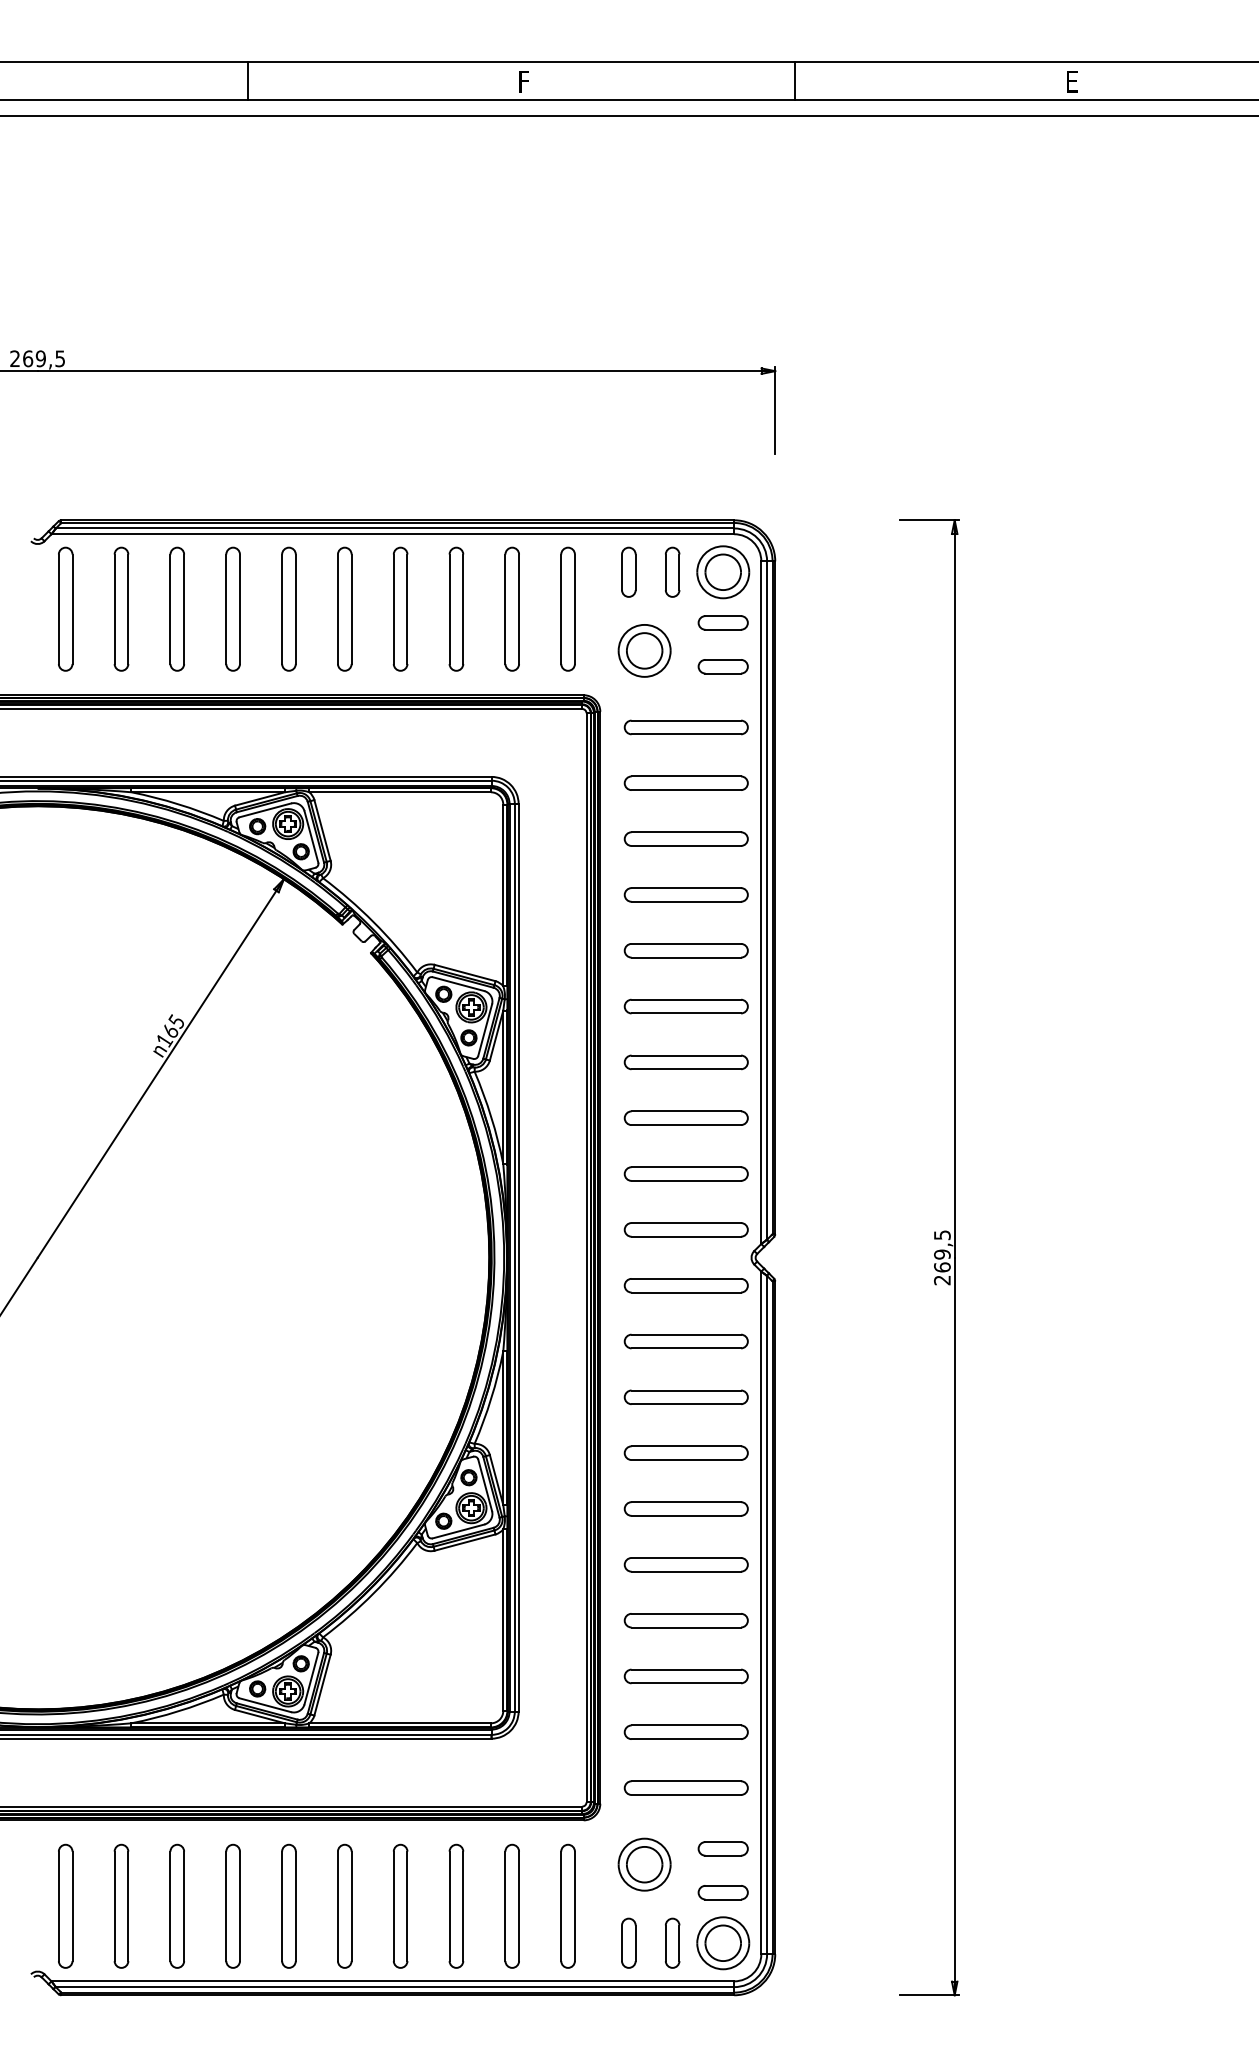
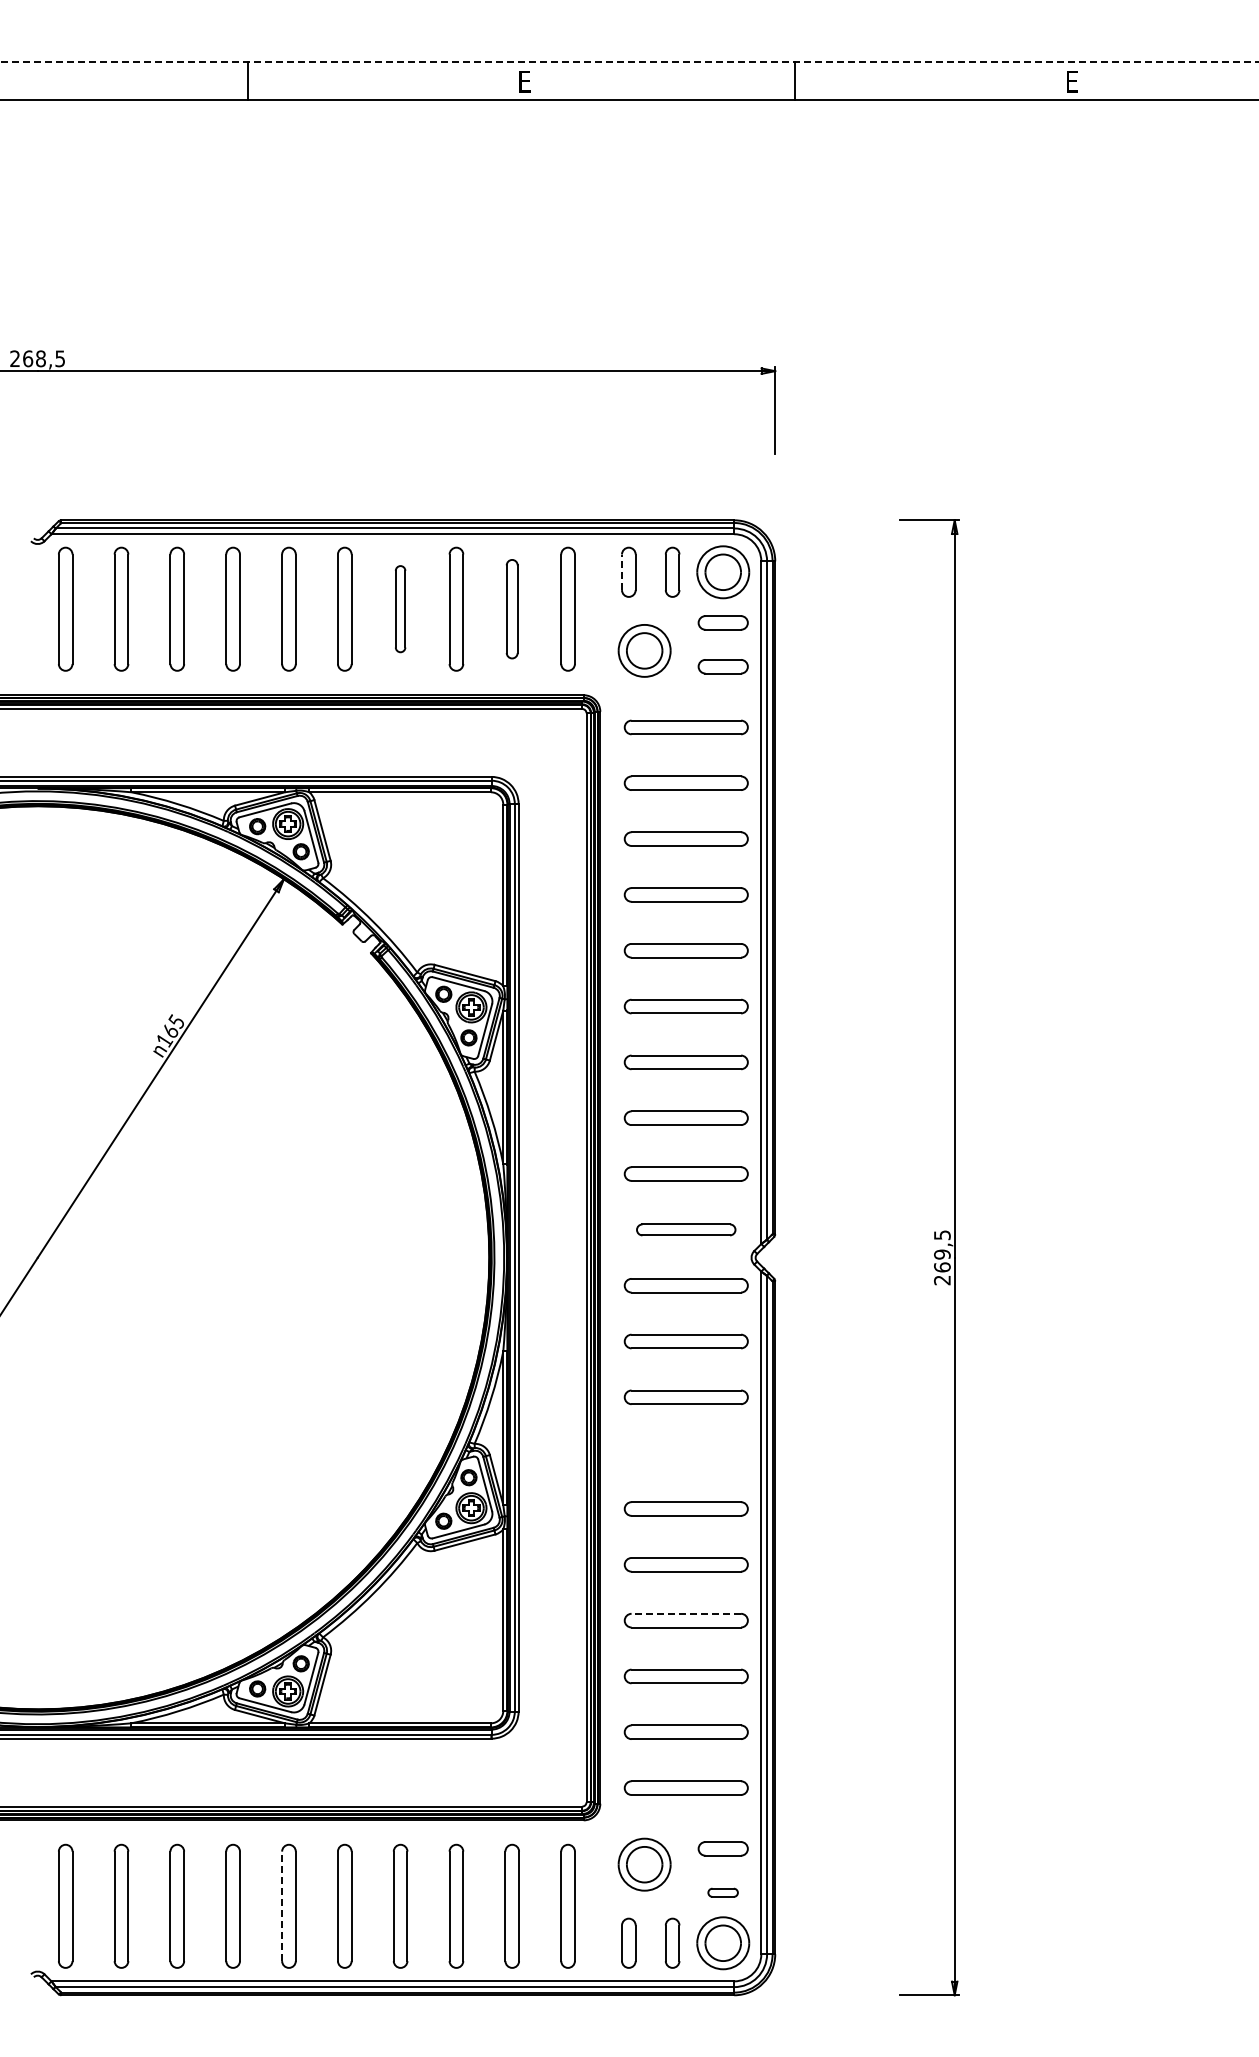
line at (629, 61): solid -> dashed
text at (526, 81): F -> E
line at (628, 116): present -> none
text at (40, 358): 269,5 -> 268,5
line at (622, 572): solid -> dashed
part at (400, 608) size: 17x126 px -> 12x89 px
part at (511, 608) size: 16x126 px -> 14x101 px
part at (685, 1229) size: 126x16 px -> 101x14 px
part at (685, 1452): present -> none
line at (686, 1613): solid -> dashed
part at (722, 1892) size: 52x16 px -> 32x11 px
line at (282, 1906): solid -> dashed
